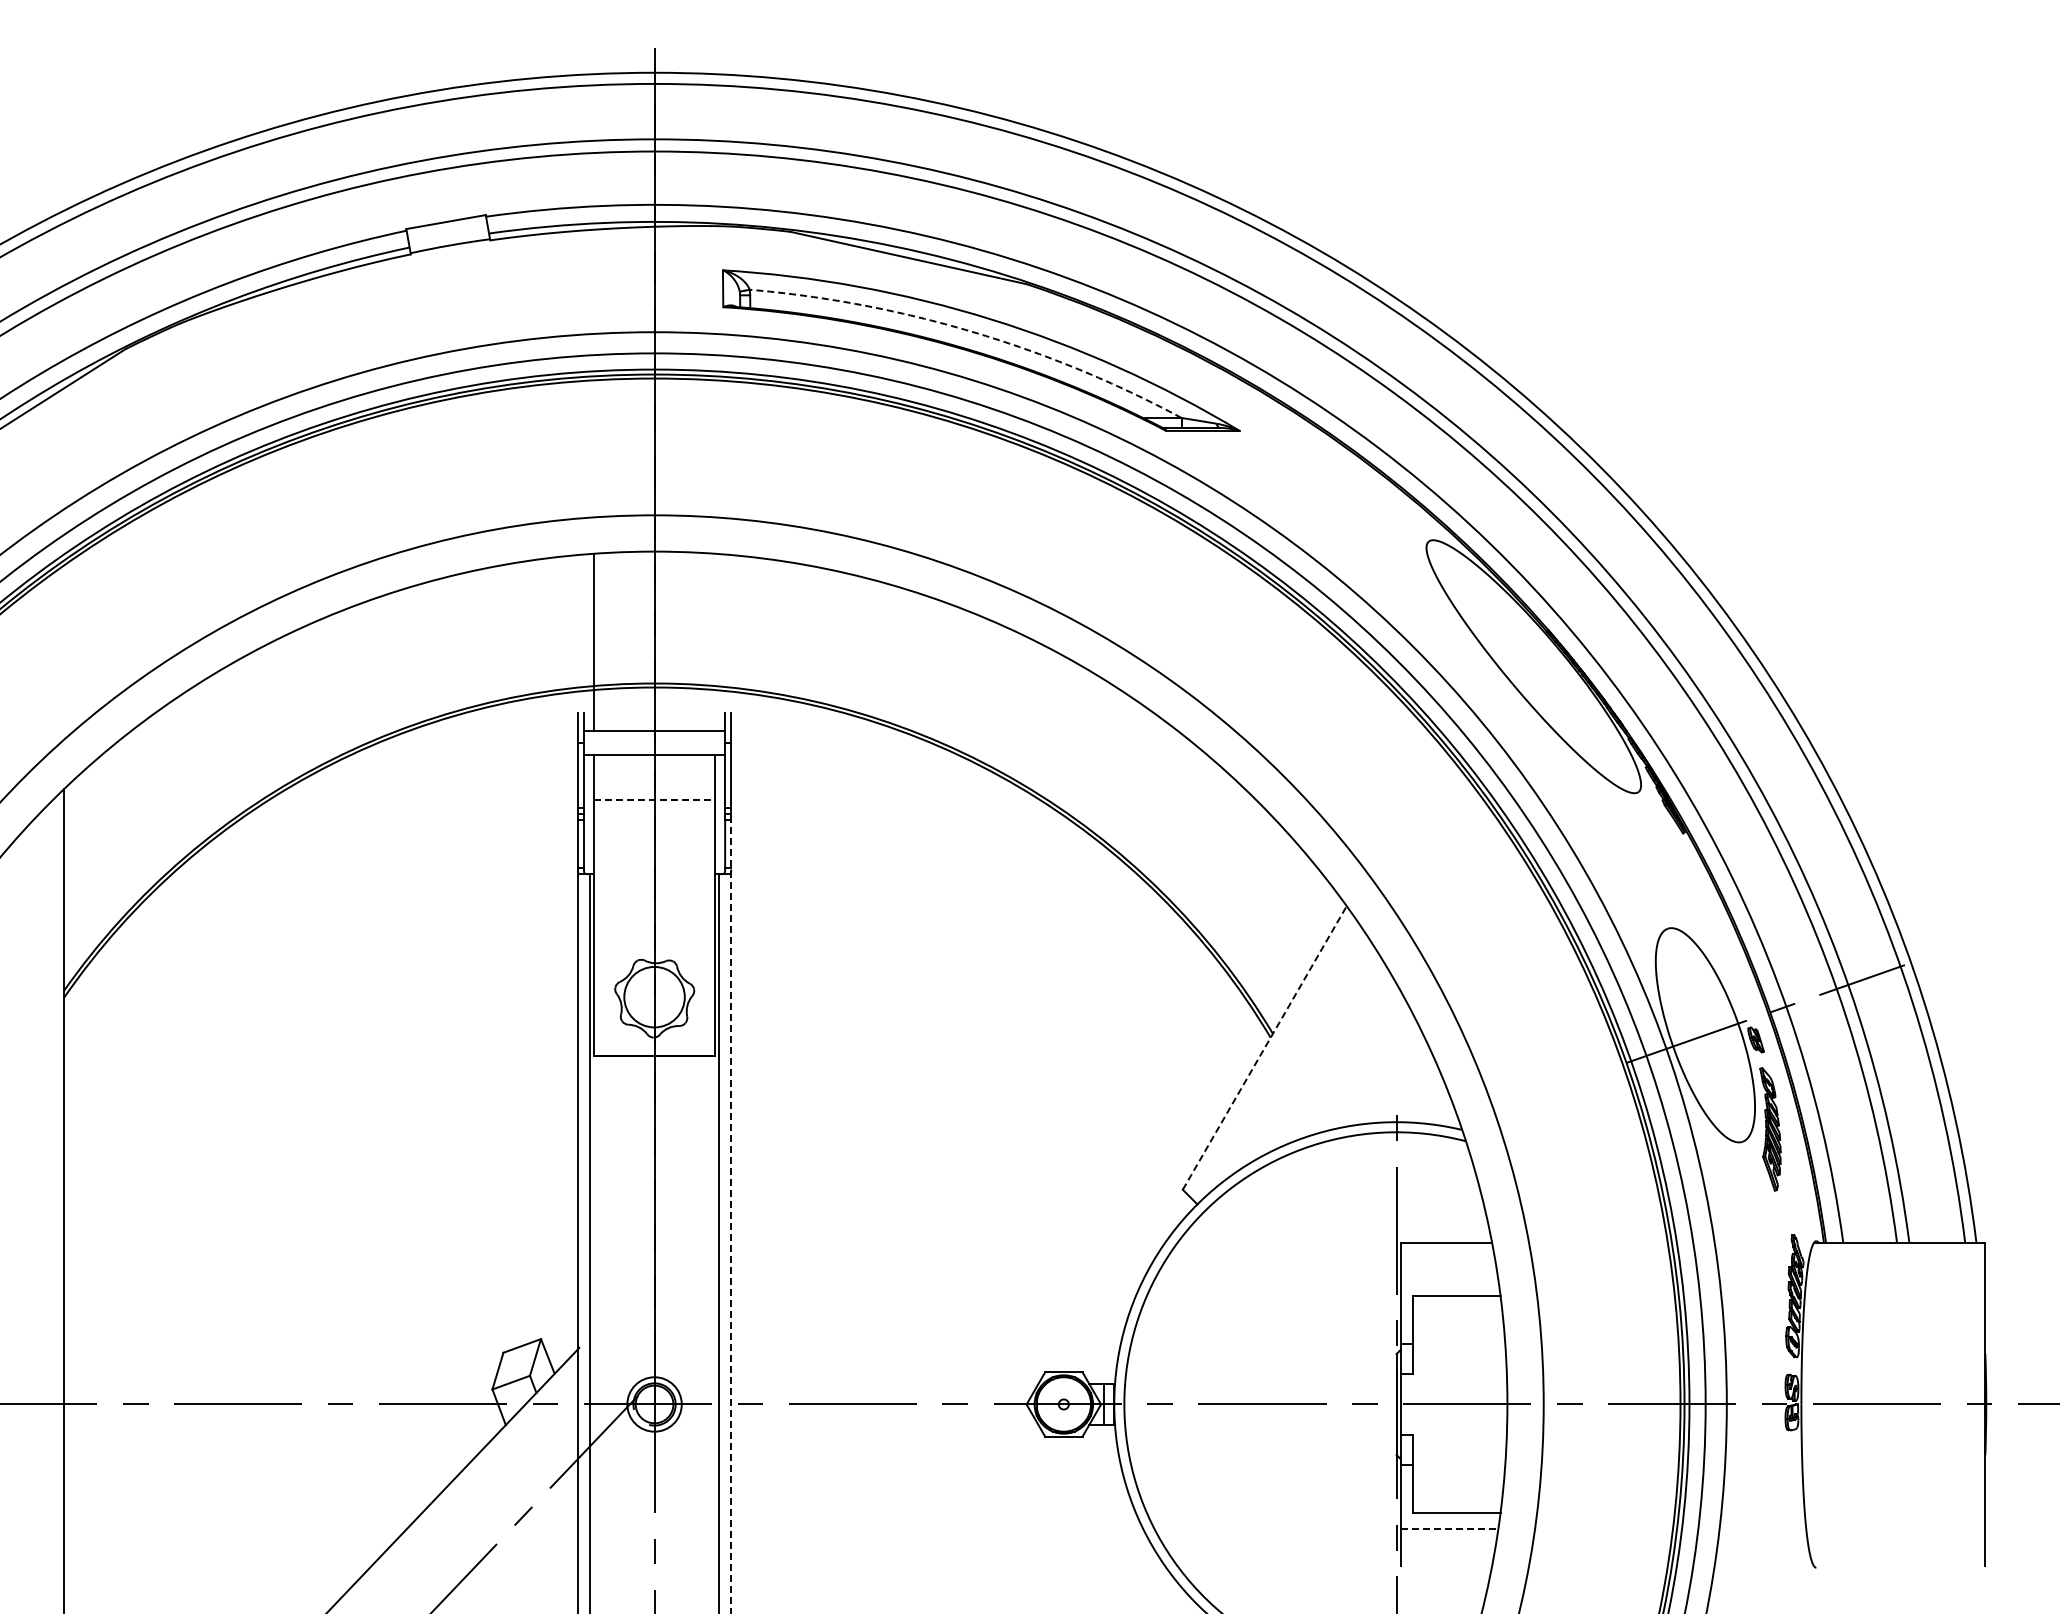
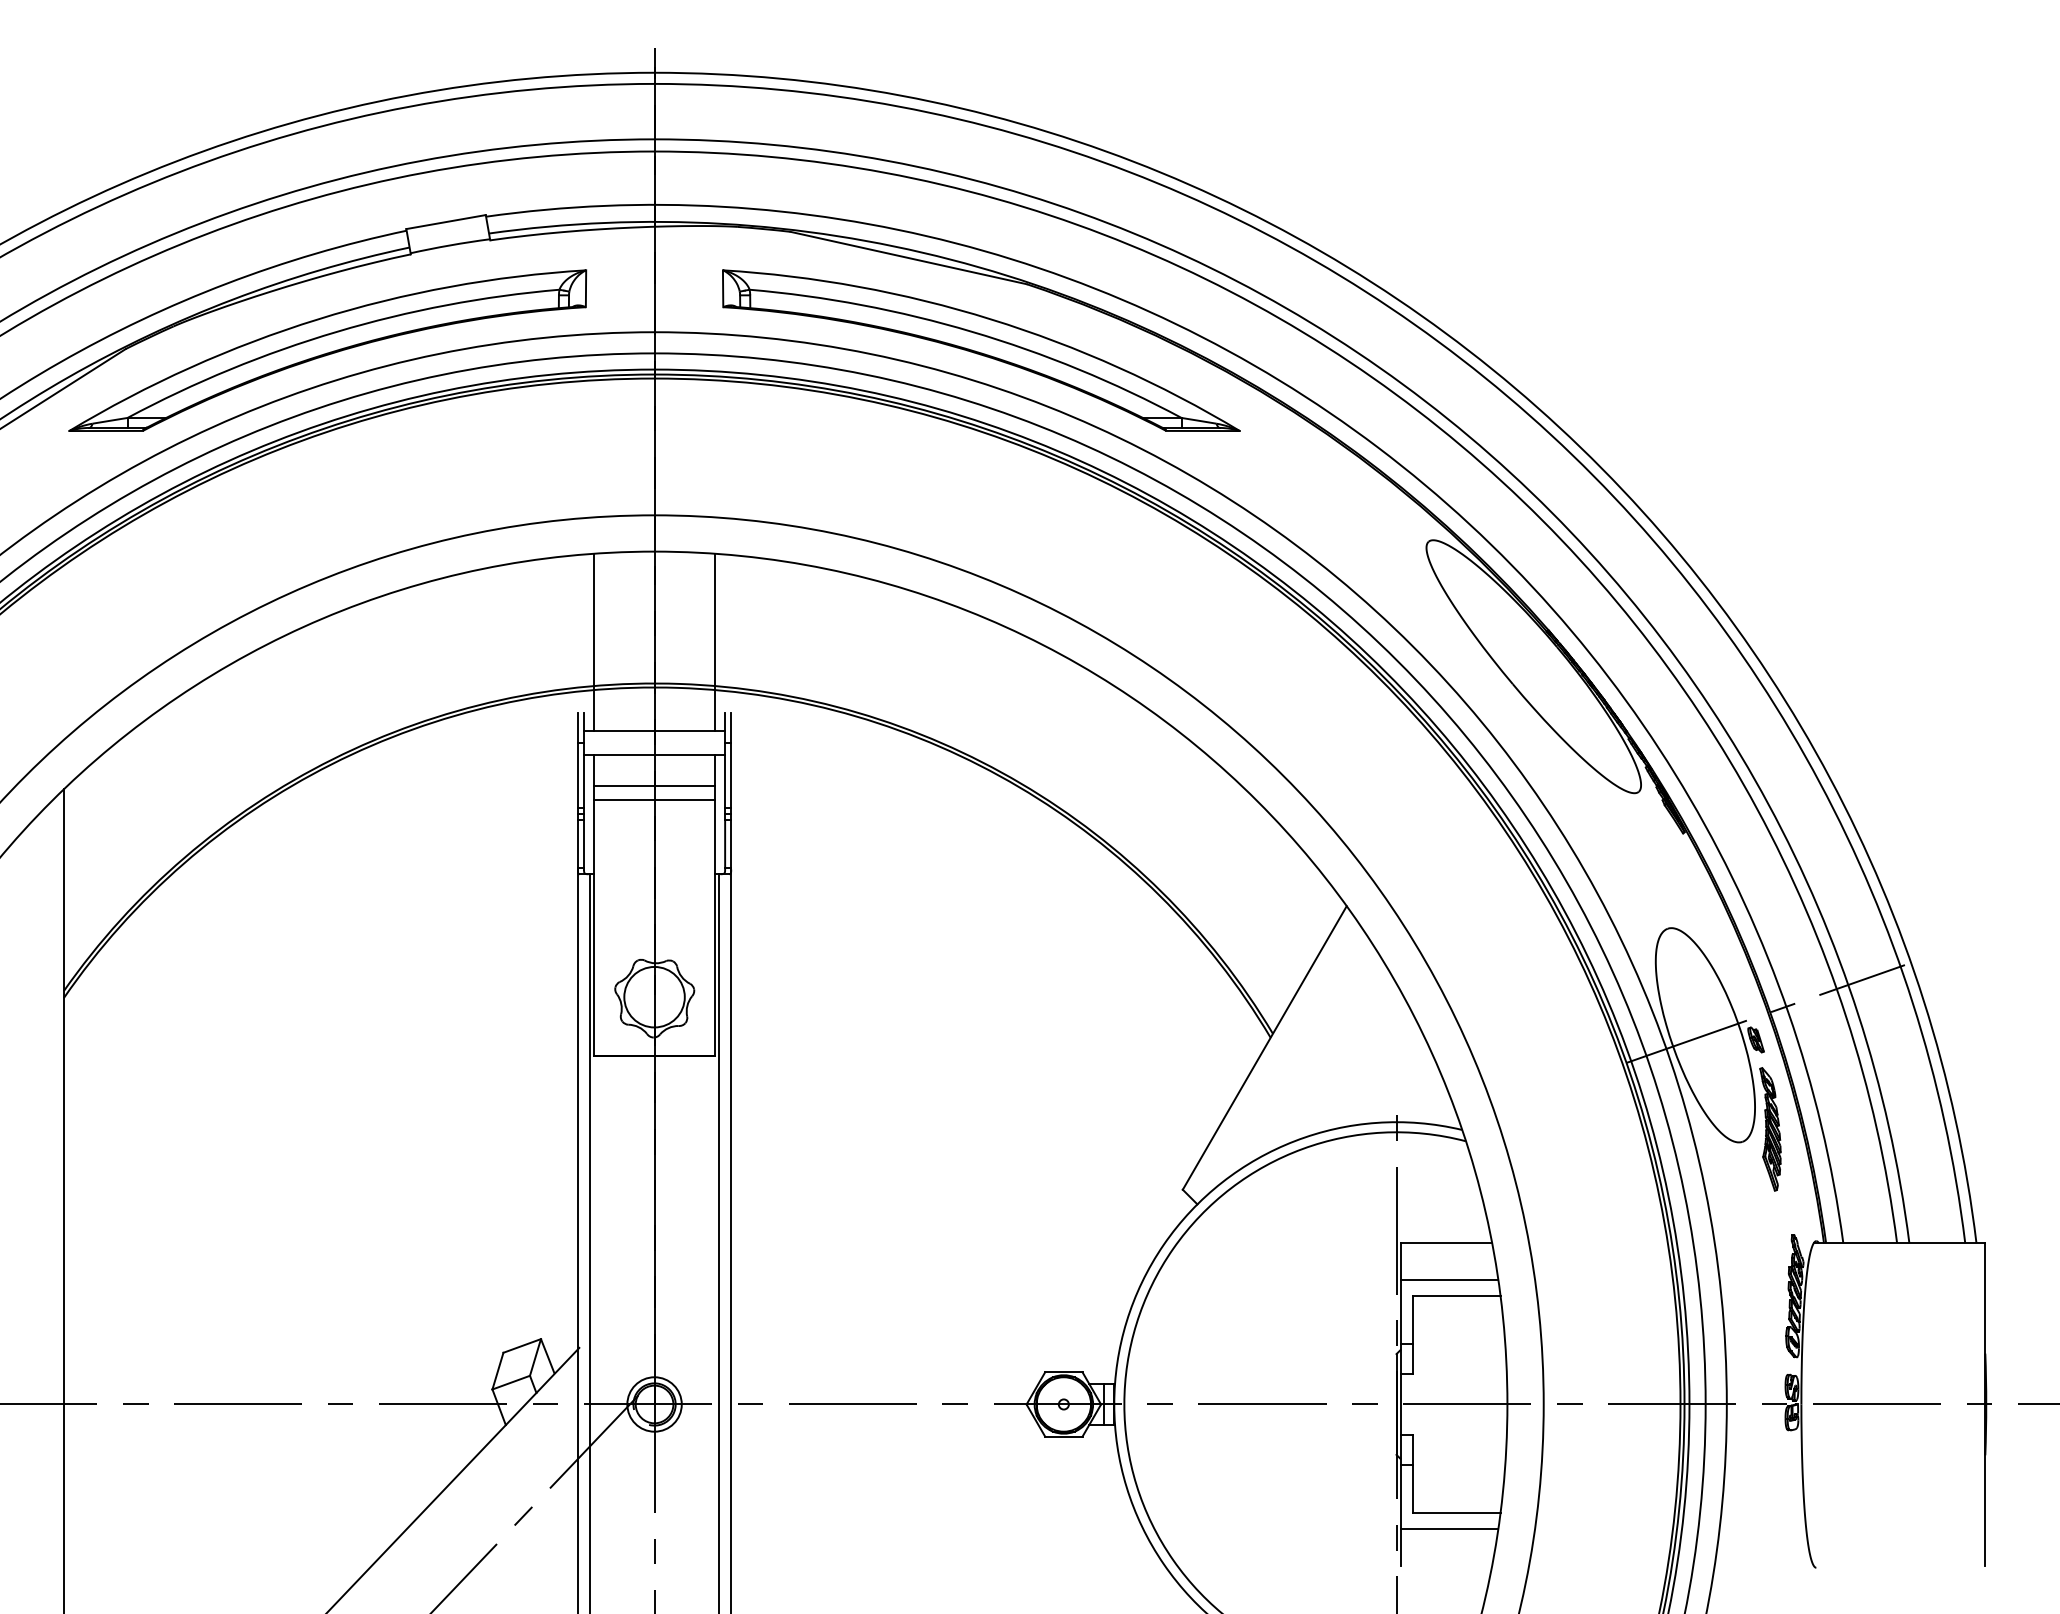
arc at (972, 331): dashed -> solid
part at (327, 350): none -> present
line at (715, 642): none -> present
line at (654, 785): none -> present
line at (655, 800): dashed -> solid
line at (1264, 1047): dashed -> solid
line at (731, 1216): dashed -> solid
line at (1449, 1280): none -> present
line at (1449, 1528): dashed -> solid
